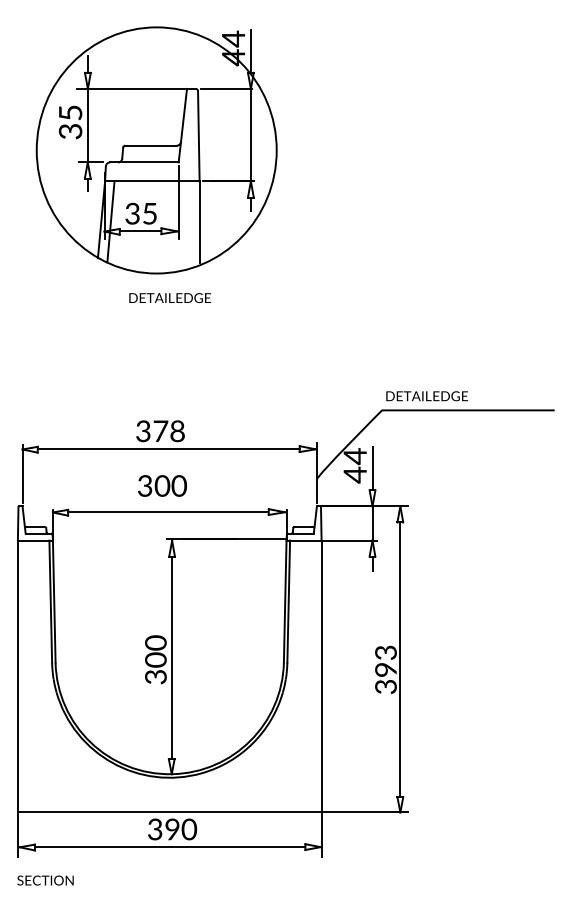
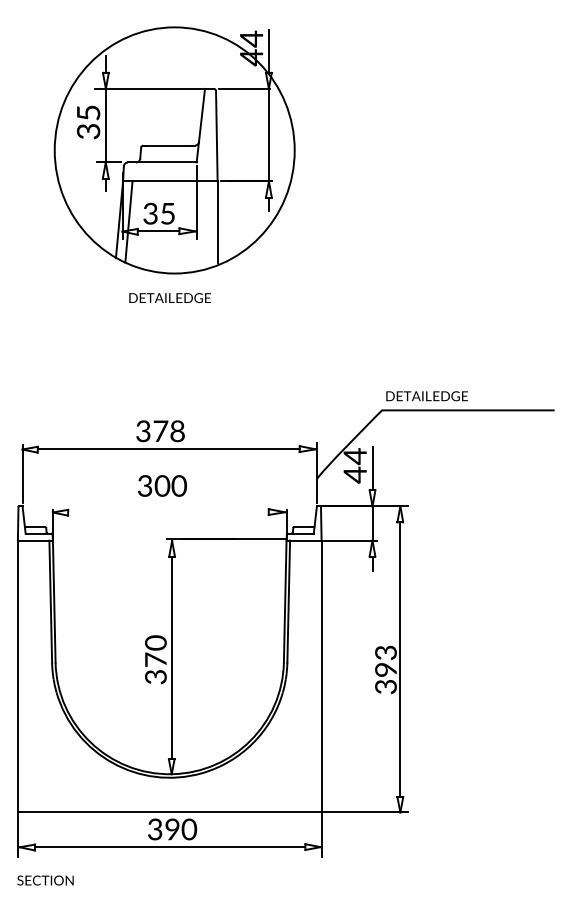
part at (156, 150) position: (156, 150) -> (174, 150)
line at (167, 512): present -> none
text at (155, 659): 0 -> 7
